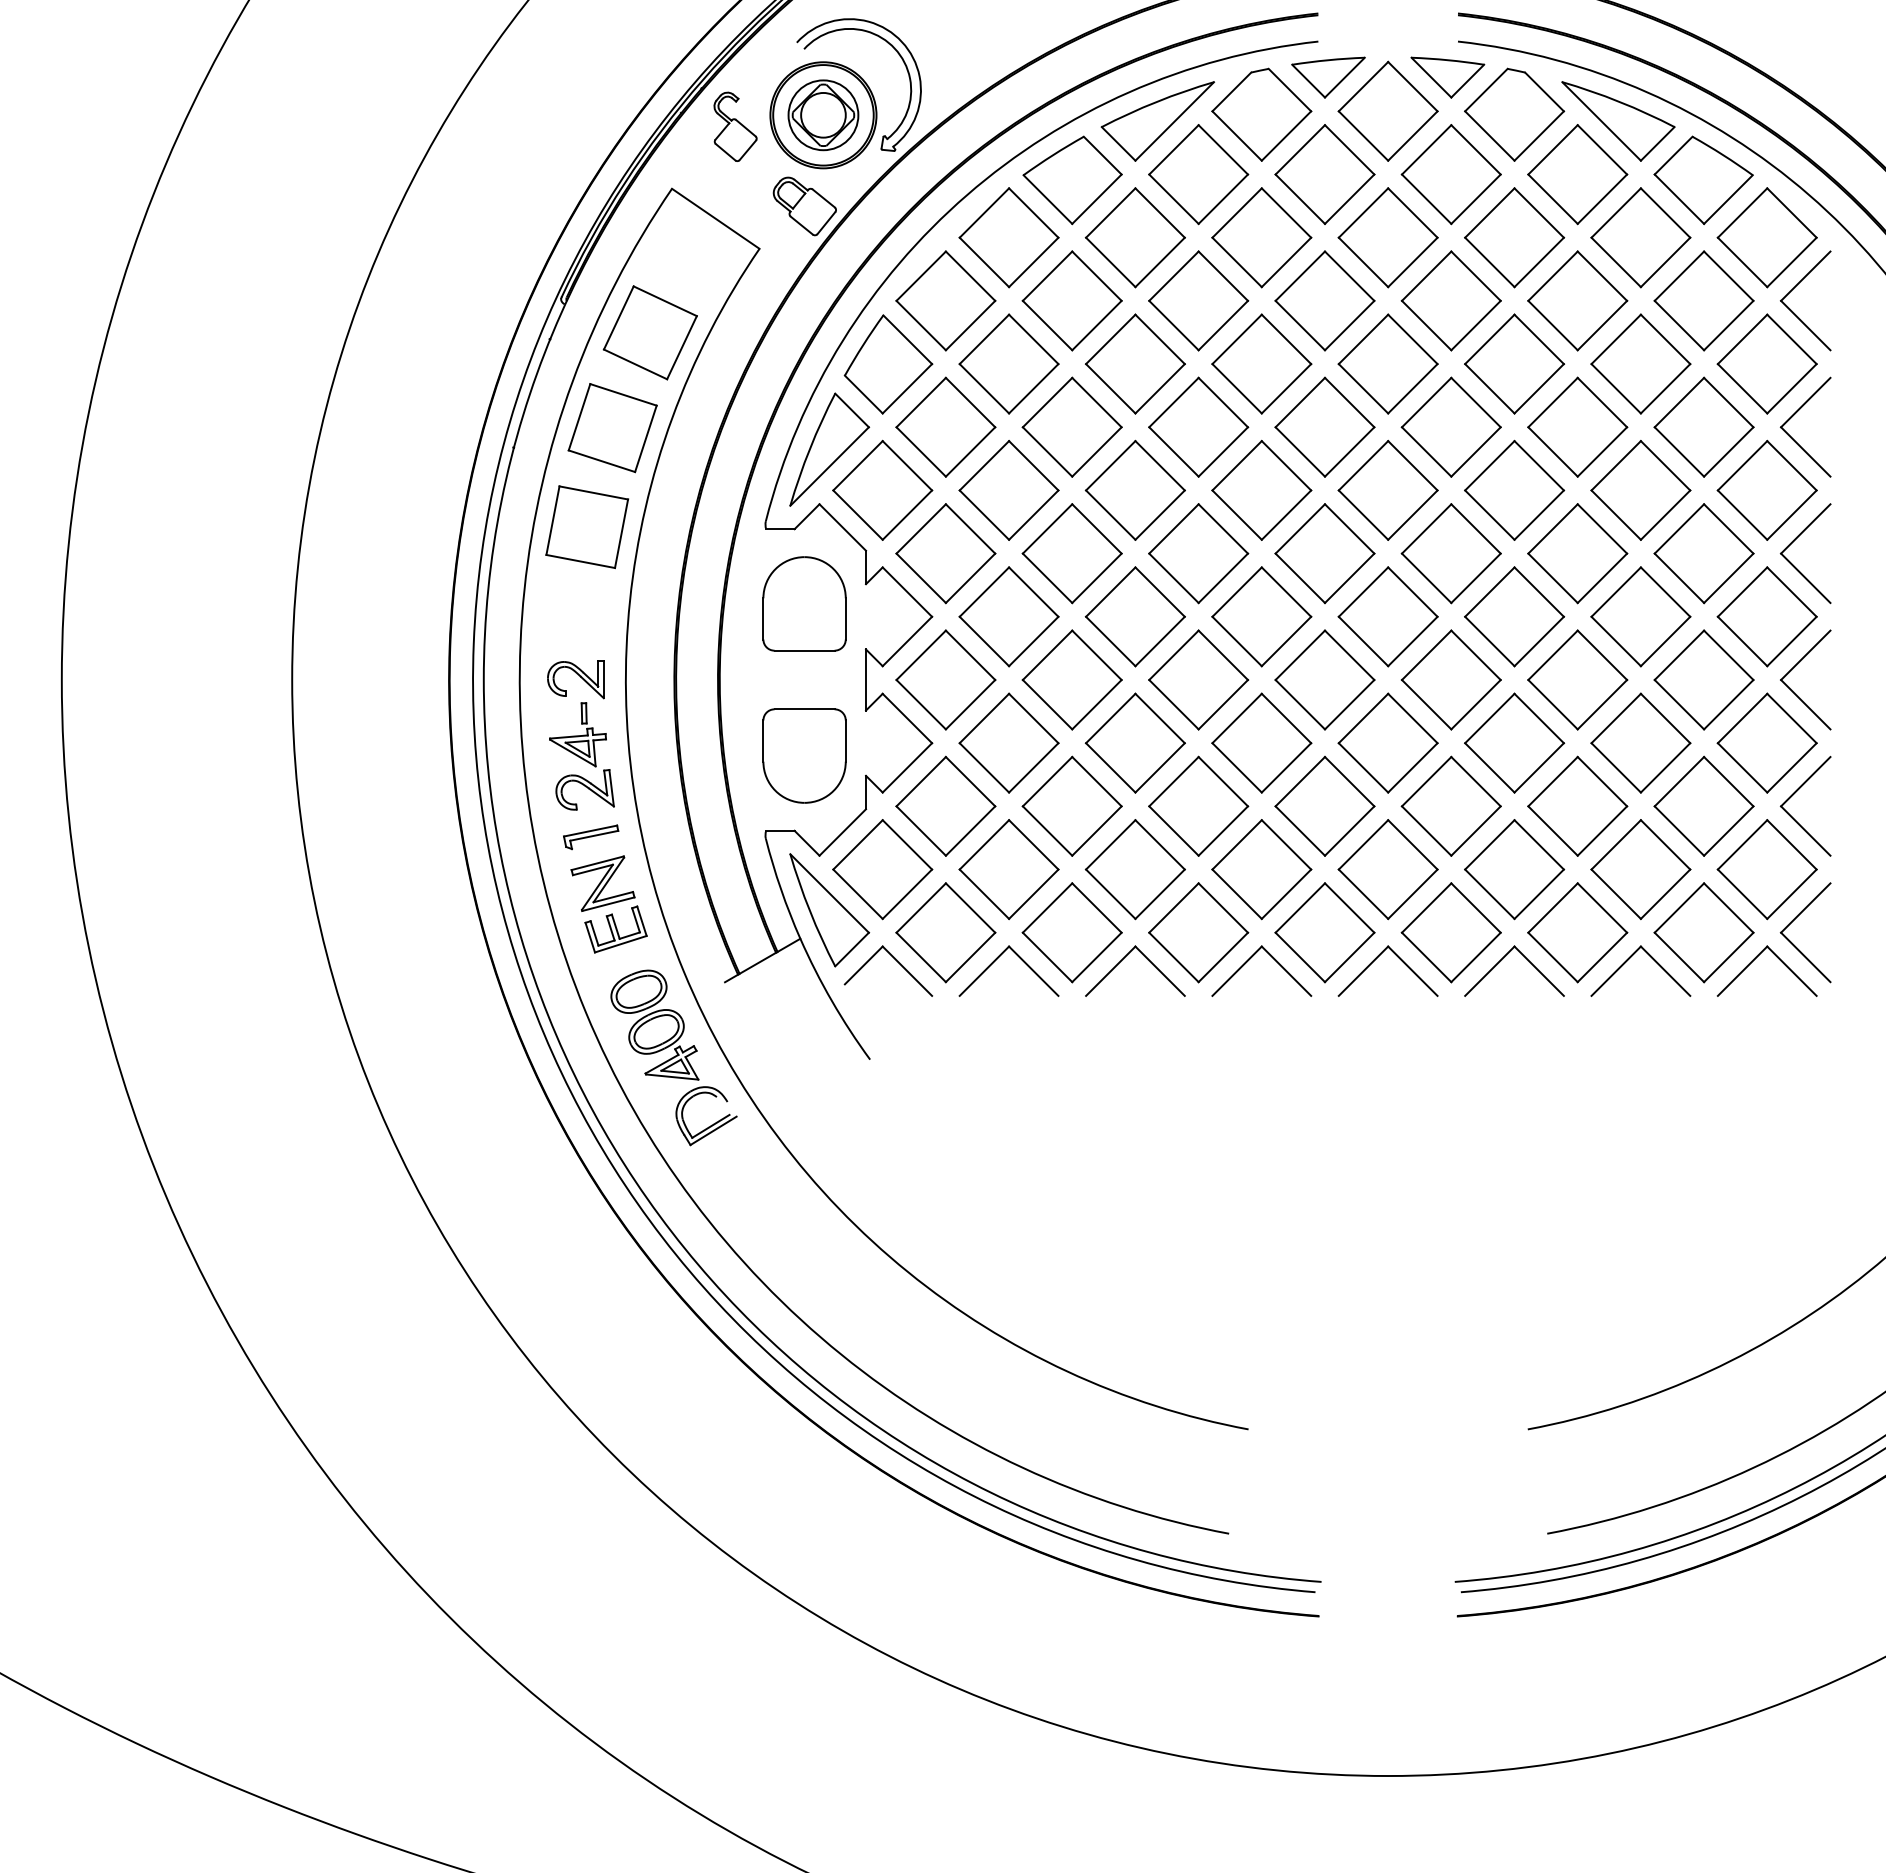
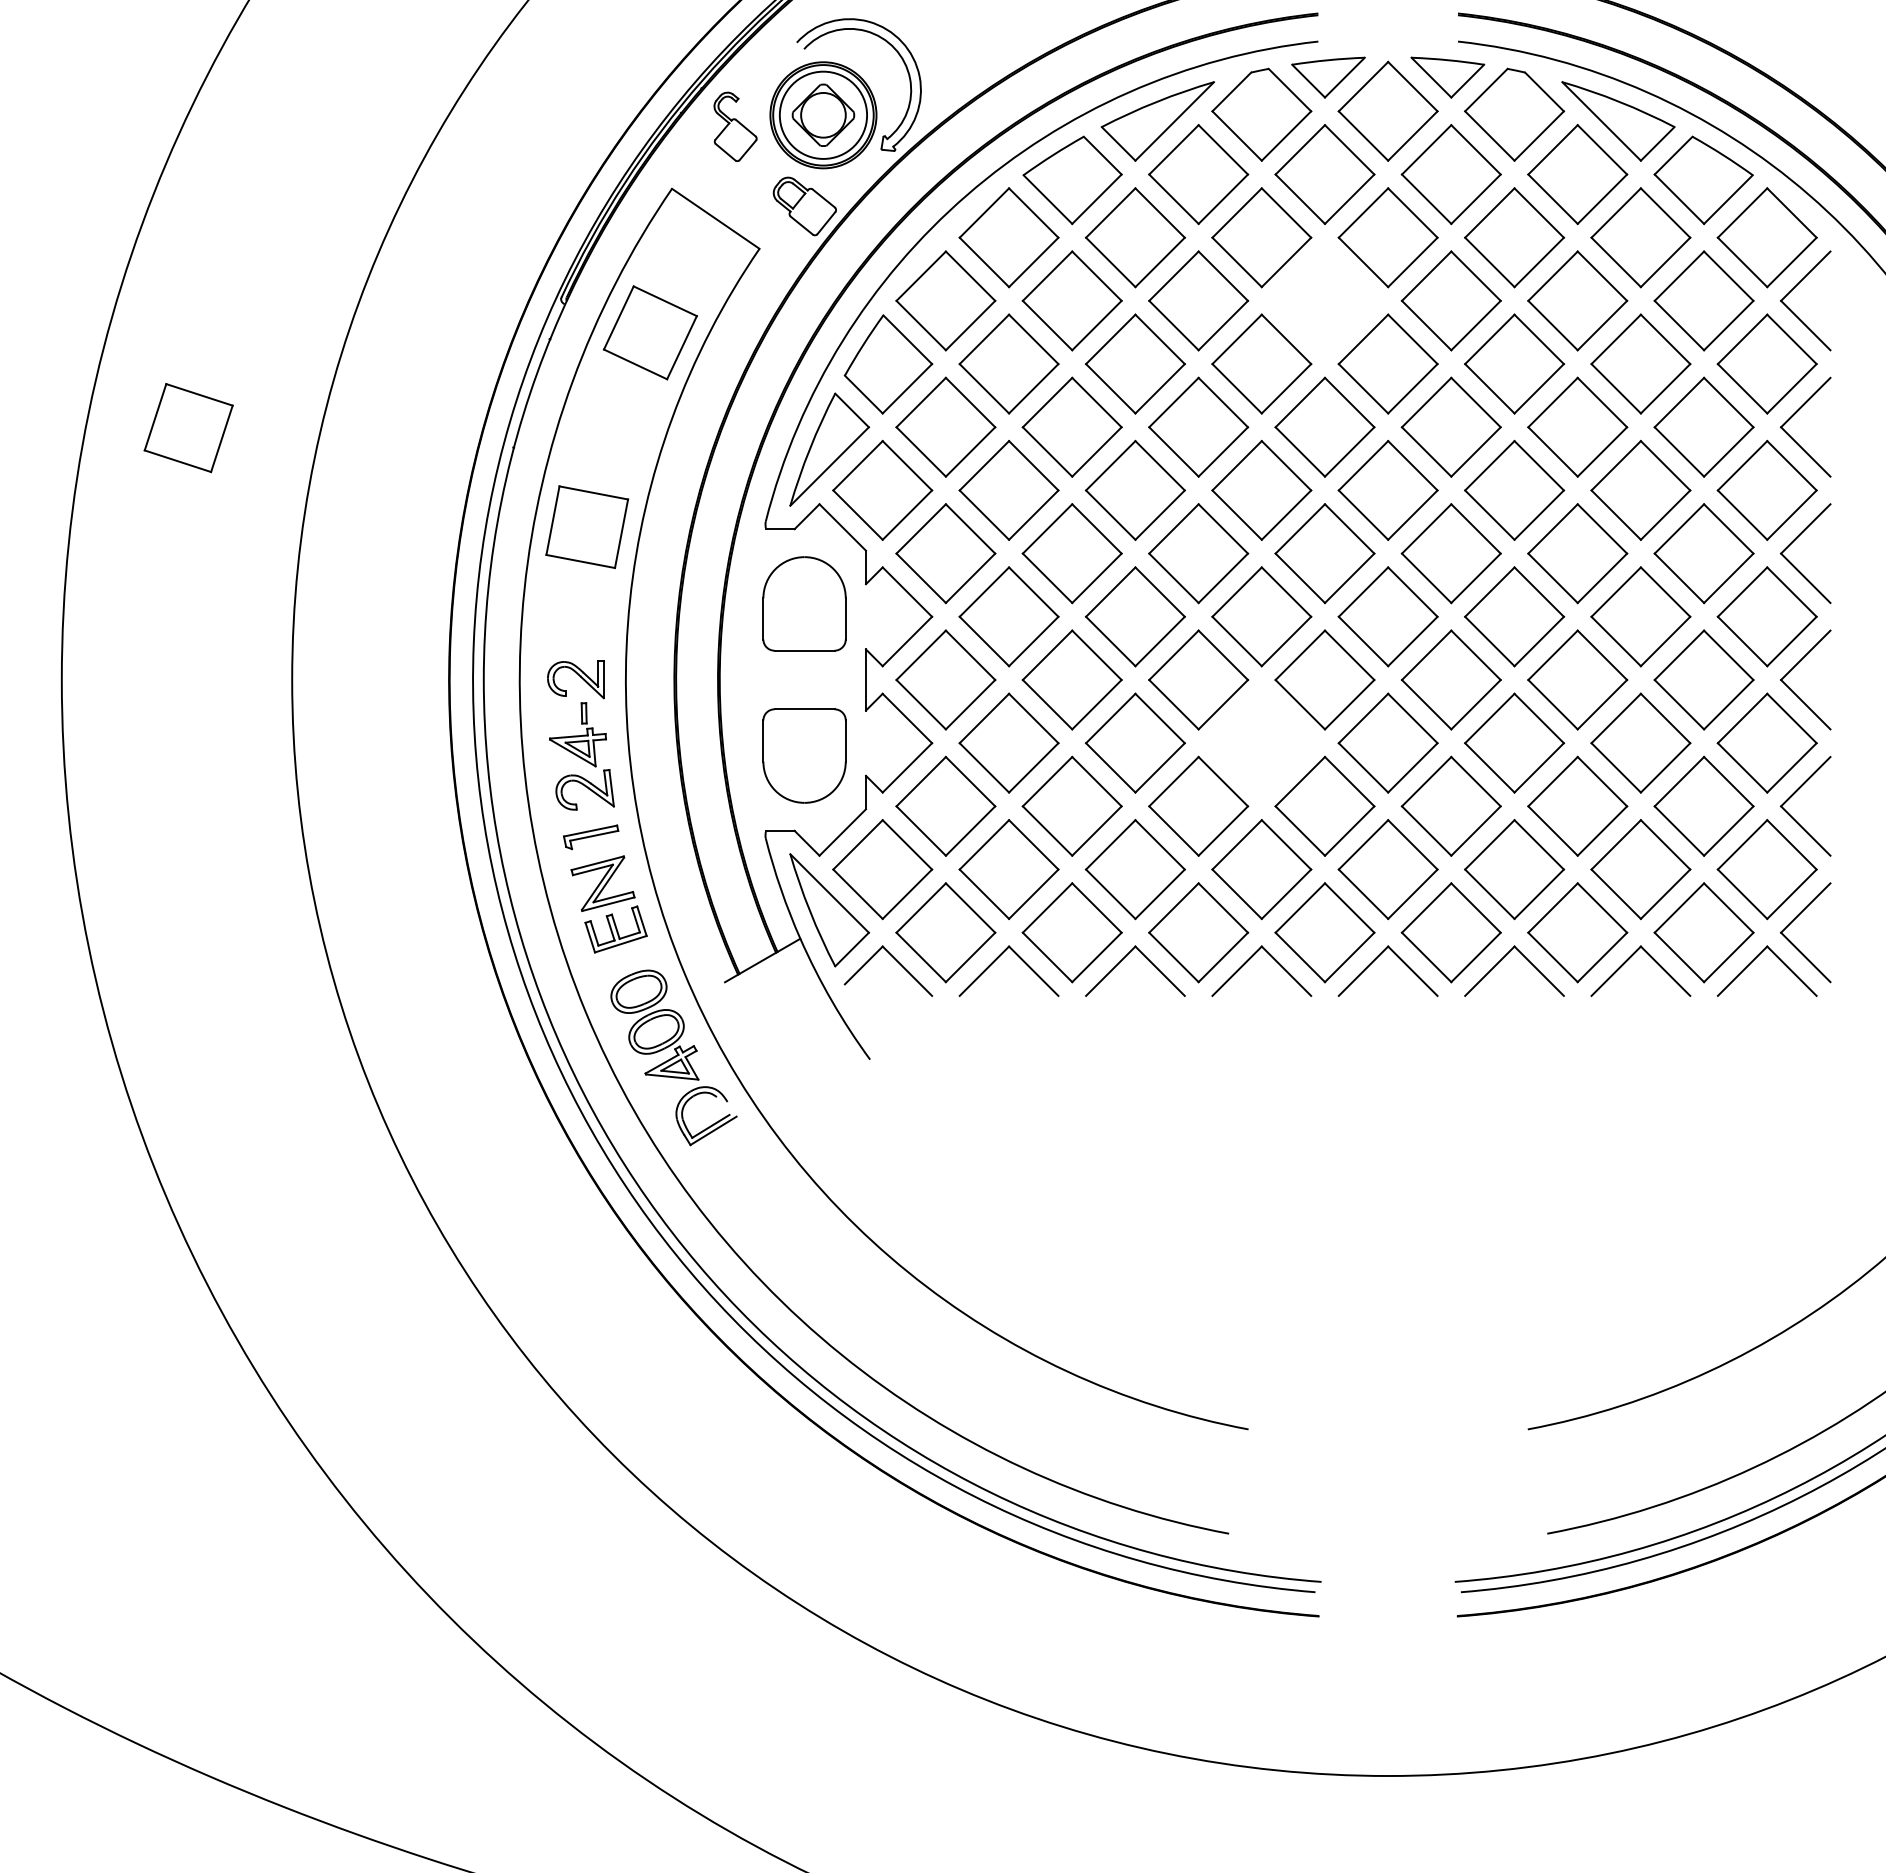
circle at (823, 115) diameter: 70 px -> 87 px
part at (1324, 300): present -> none
part at (612, 428) position: (612, 428) -> (188, 428)
part at (1261, 742): present -> none
